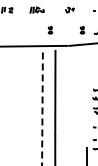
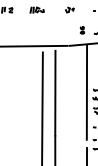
part at (50, 30): present -> none
line at (86, 92): none -> present
line at (42, 109): dashed -> solid
